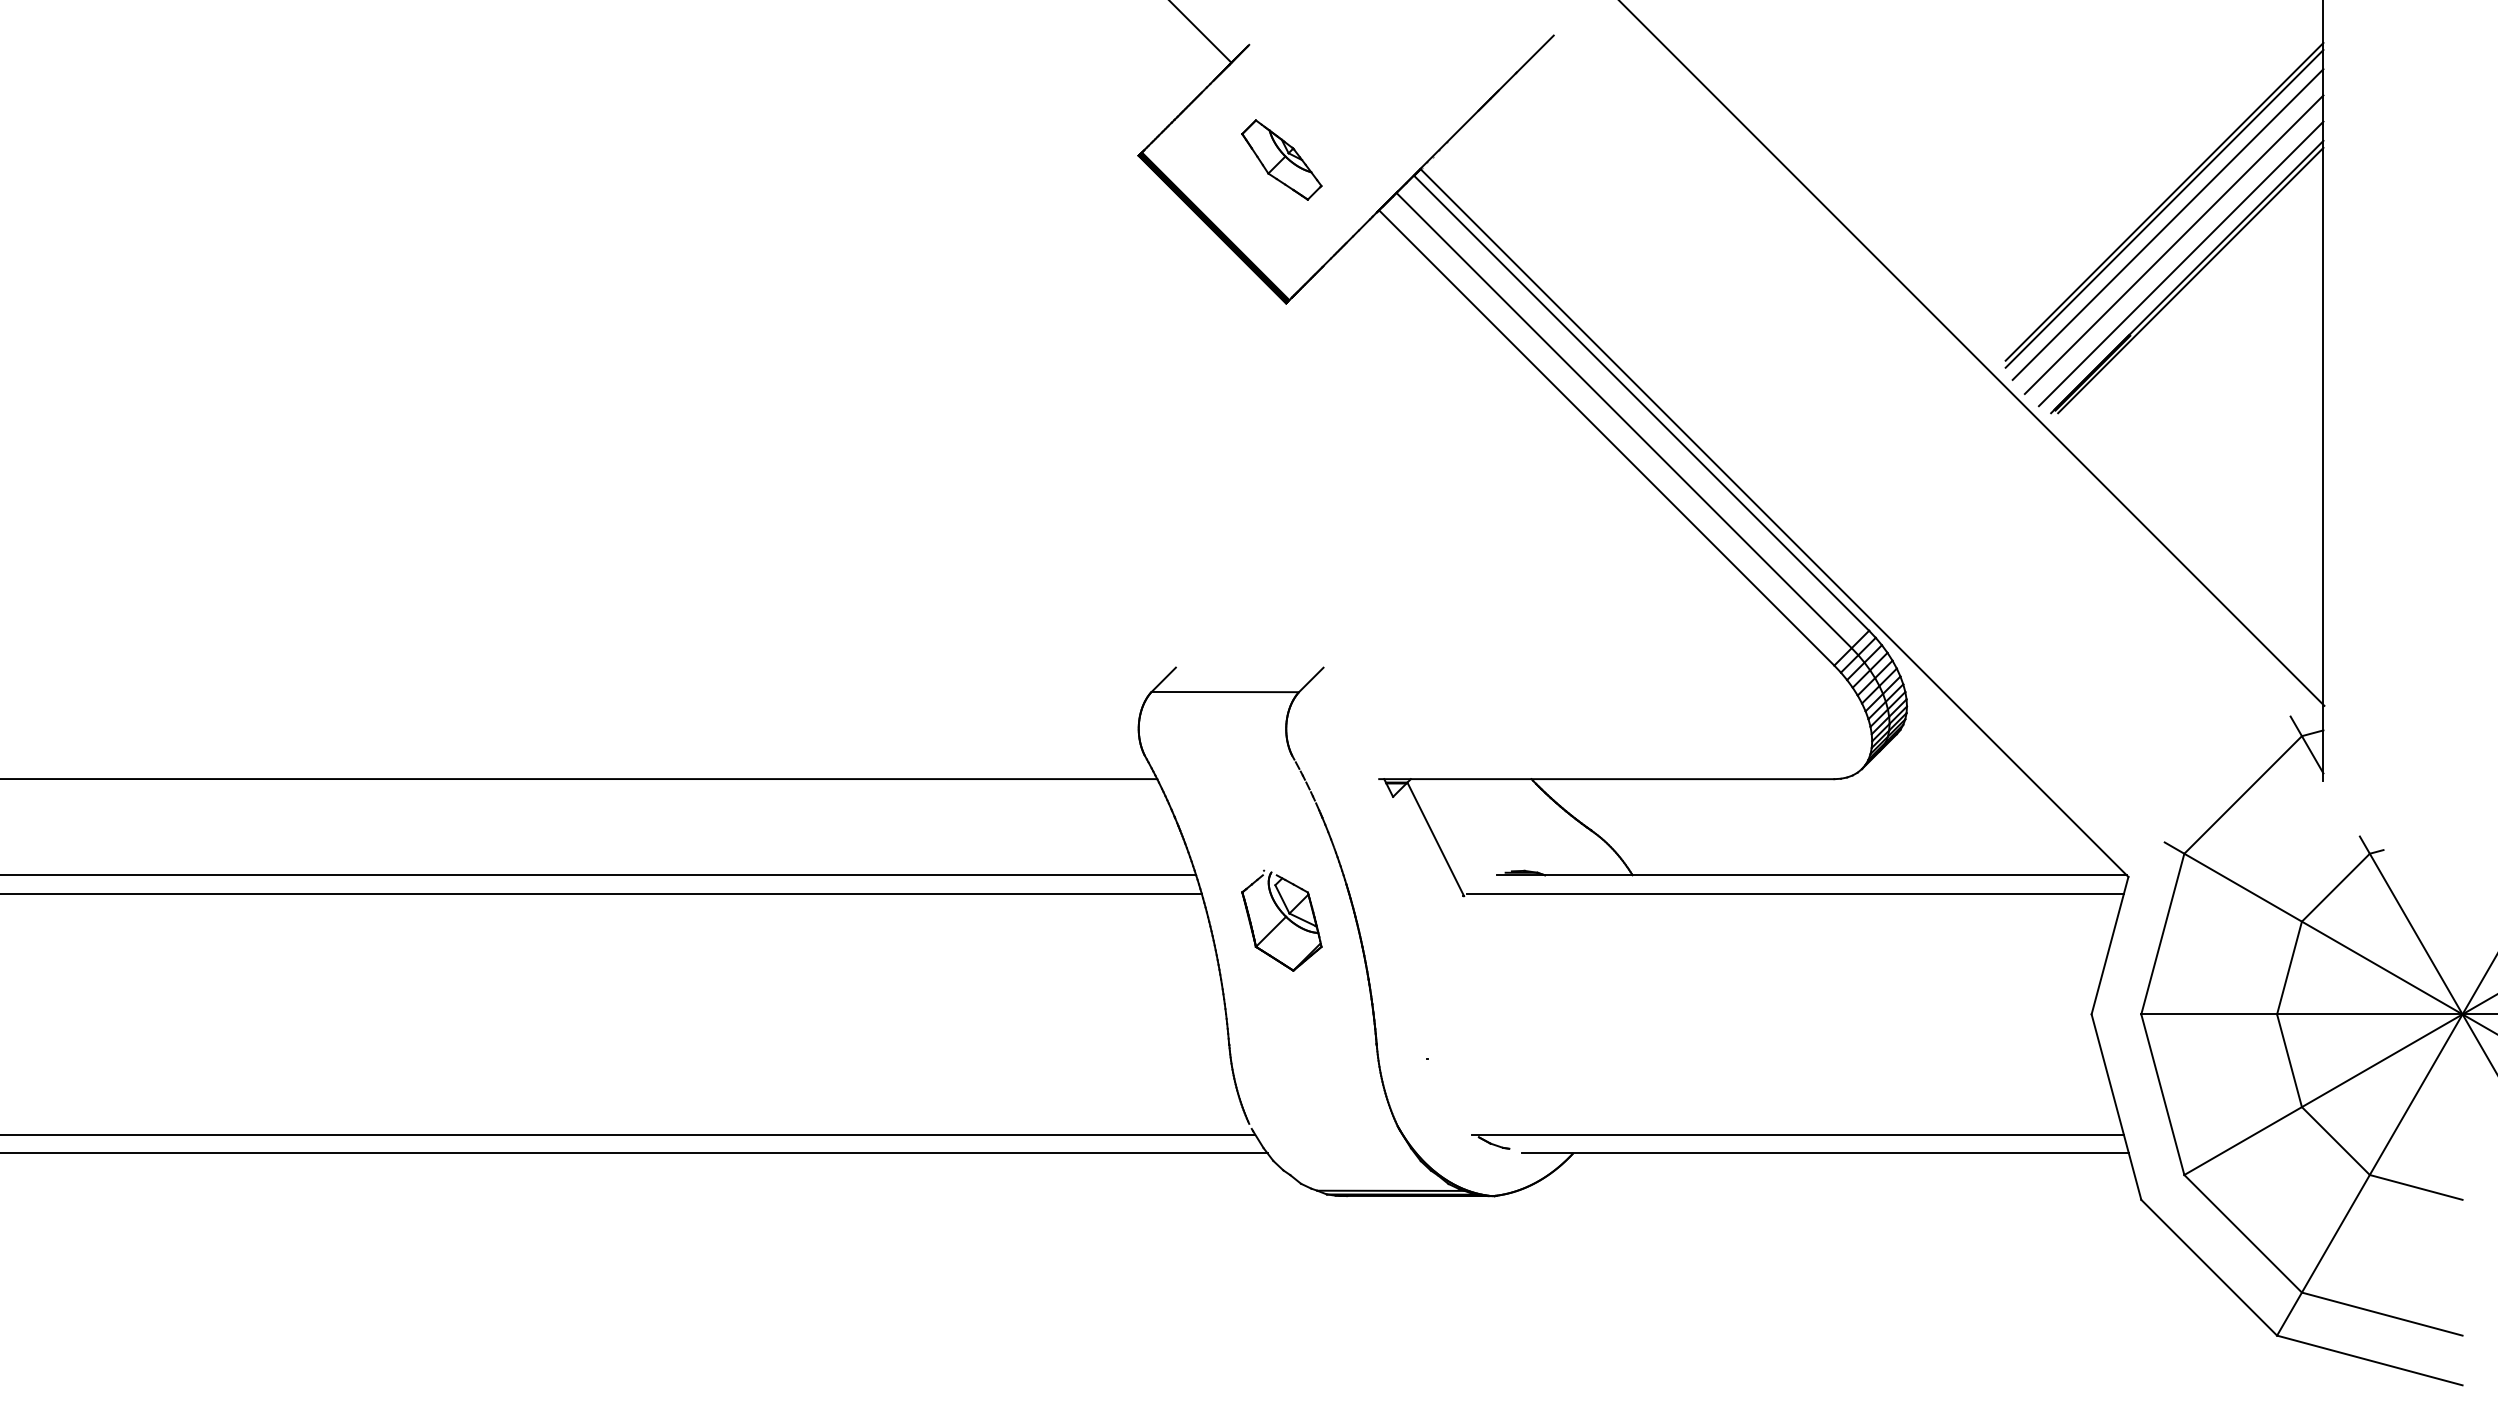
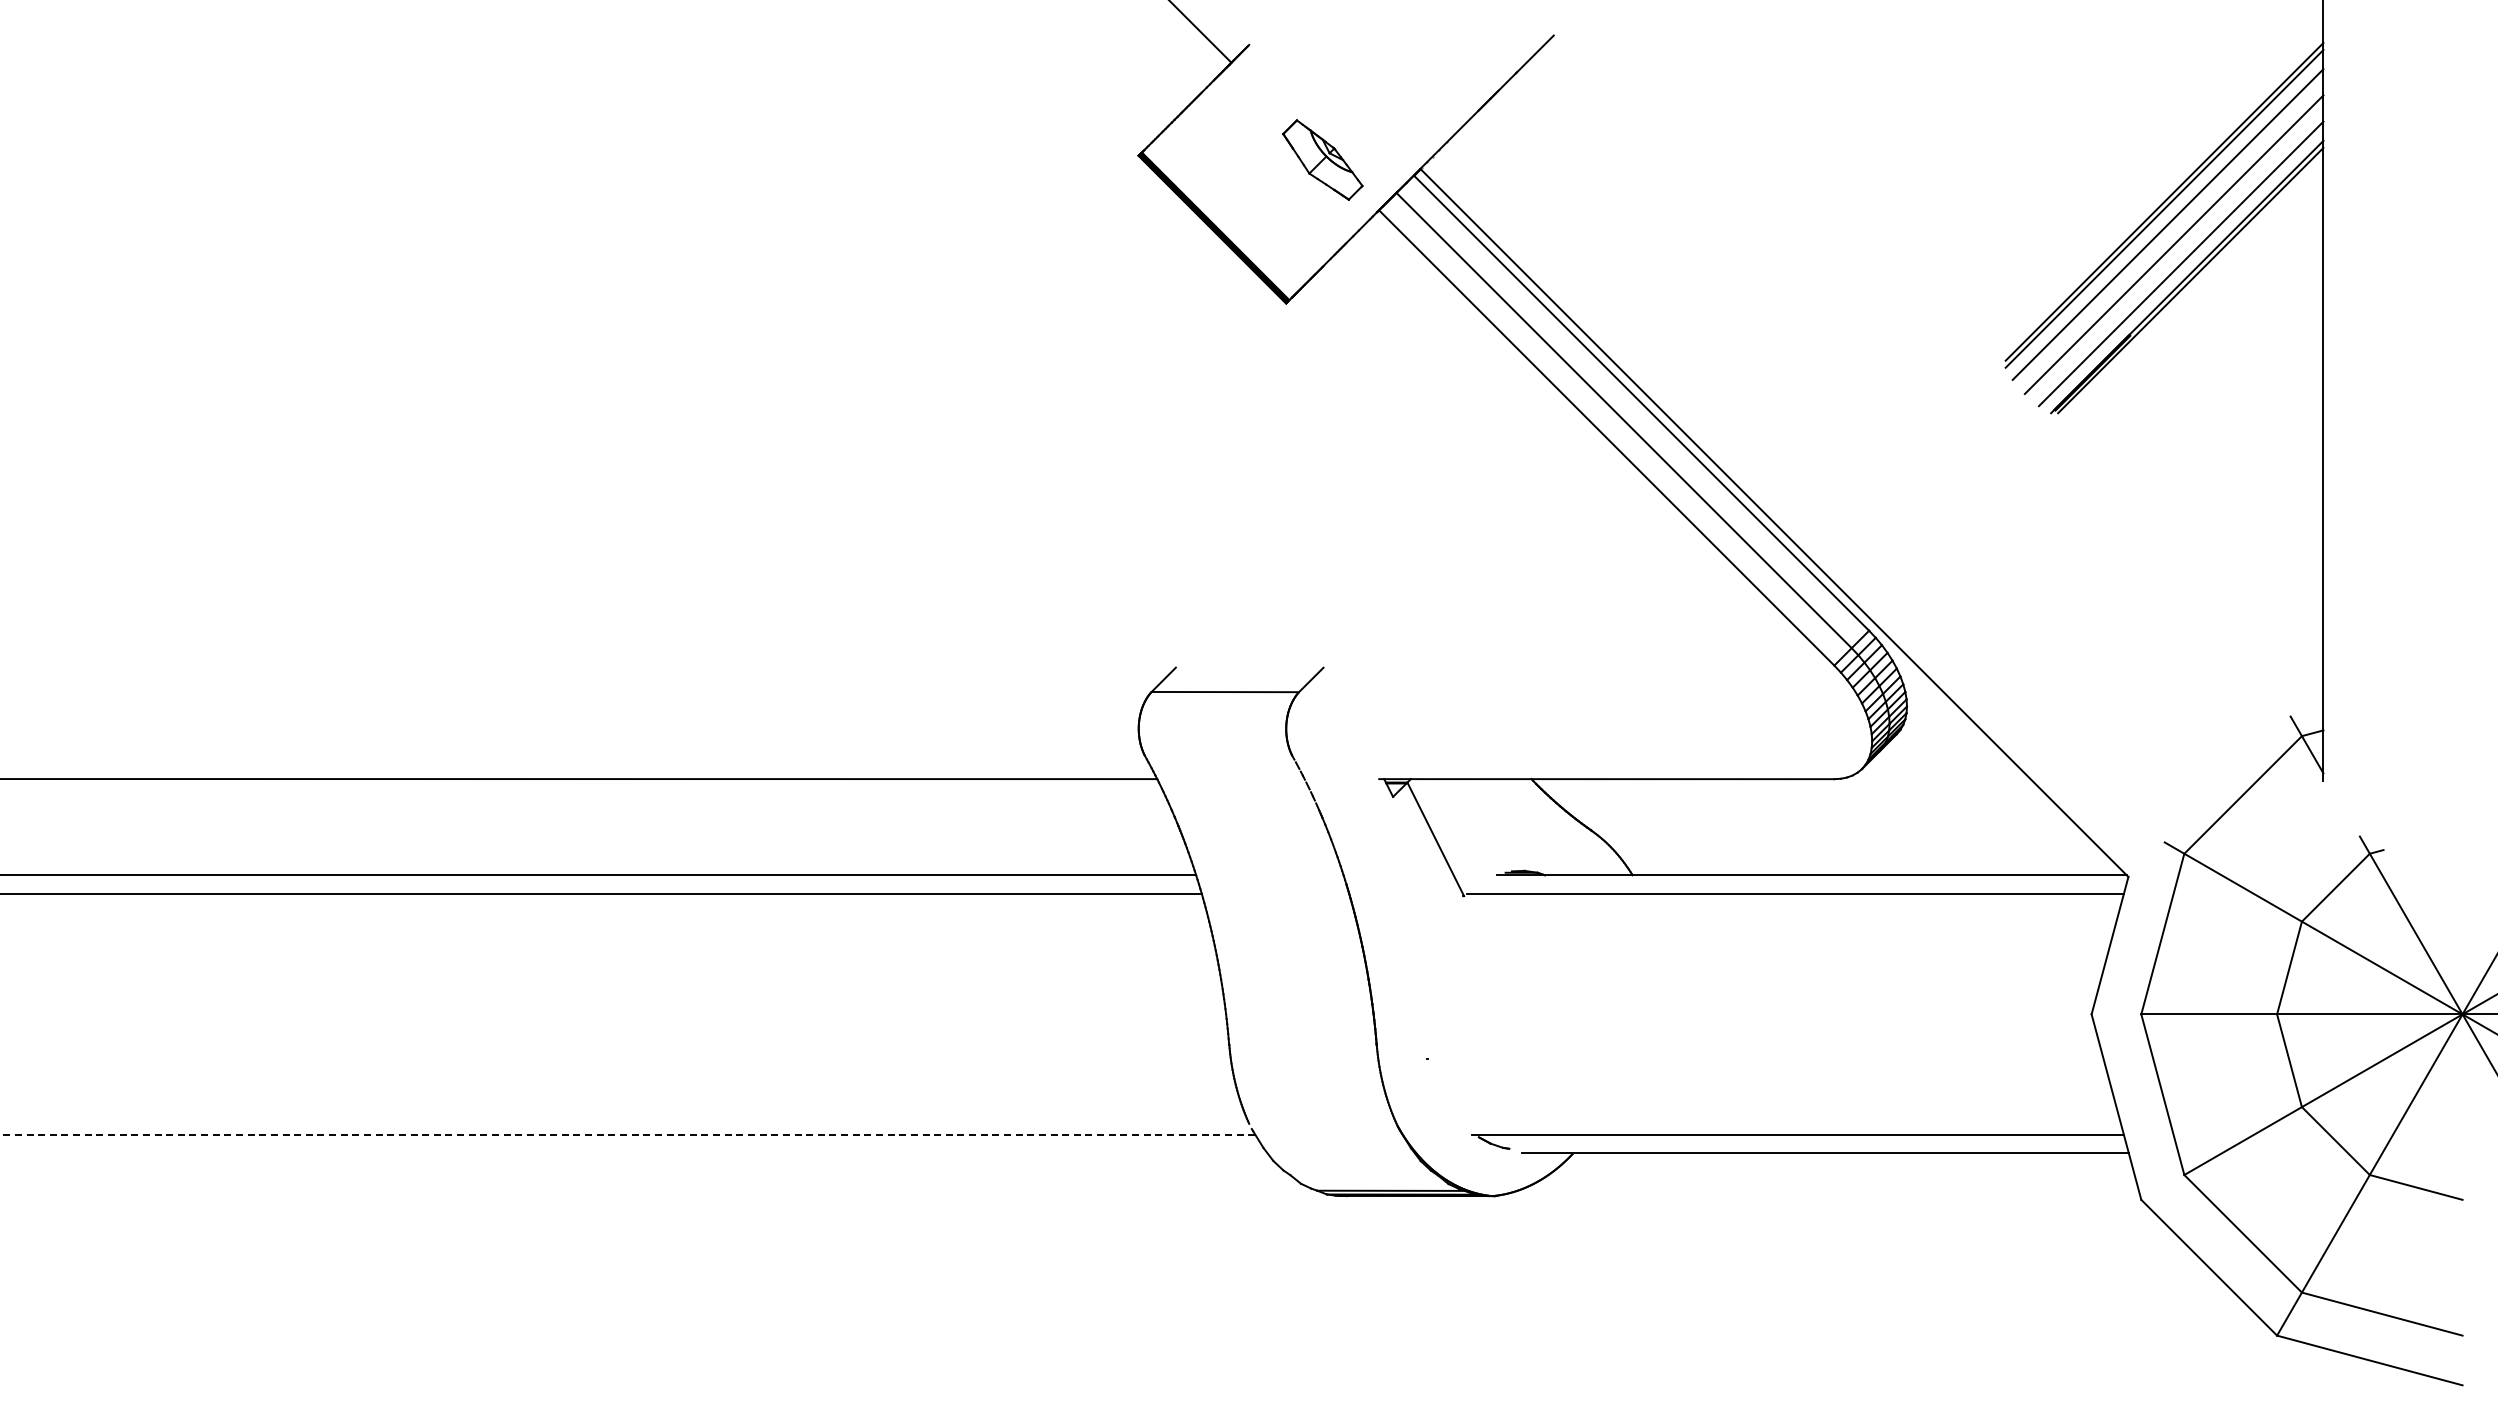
part at (1281, 159) position: (1281, 159) -> (1322, 159)
line at (1972, 353): present -> none
part at (1281, 920): present -> none
line at (627, 1134): solid -> dashed
line at (634, 1153): present -> none
